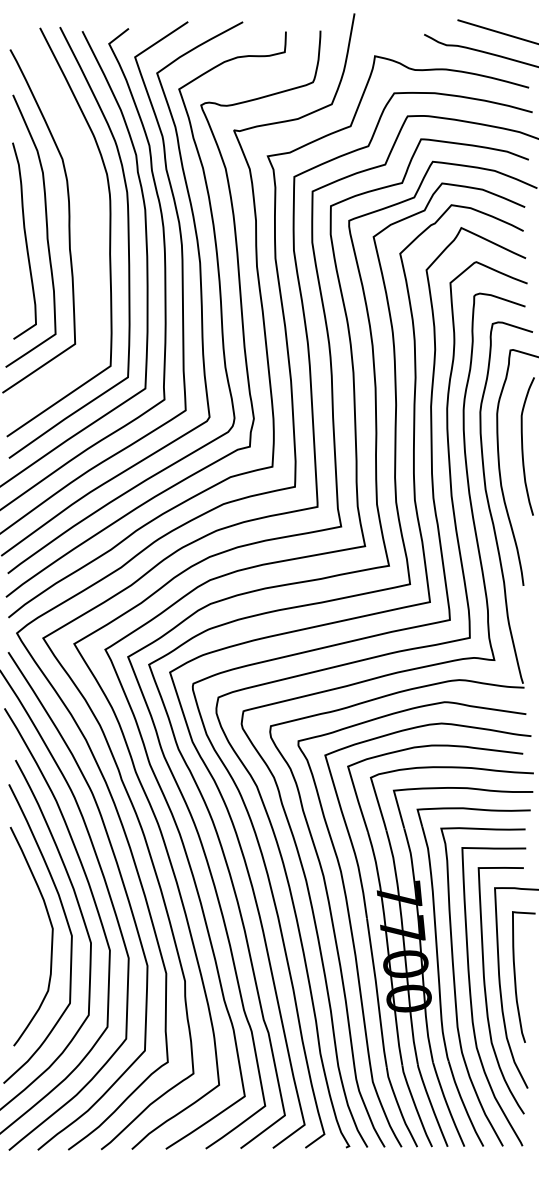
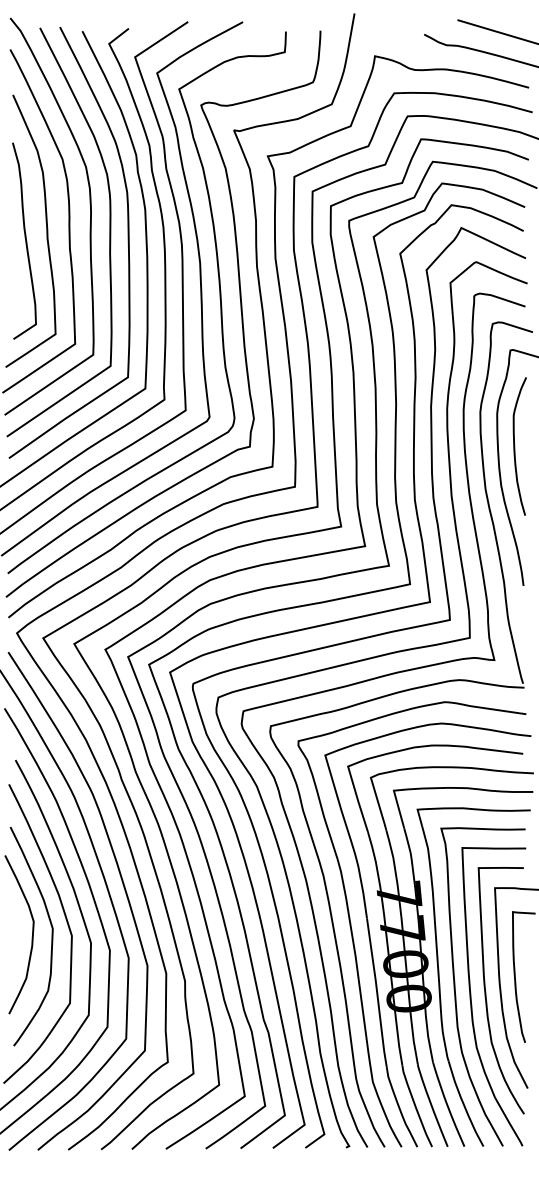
curve at (90, 216): none -> present
curve at (523, 446) position: (523, 446) -> (515, 446)
curve at (31, 936): none -> present
